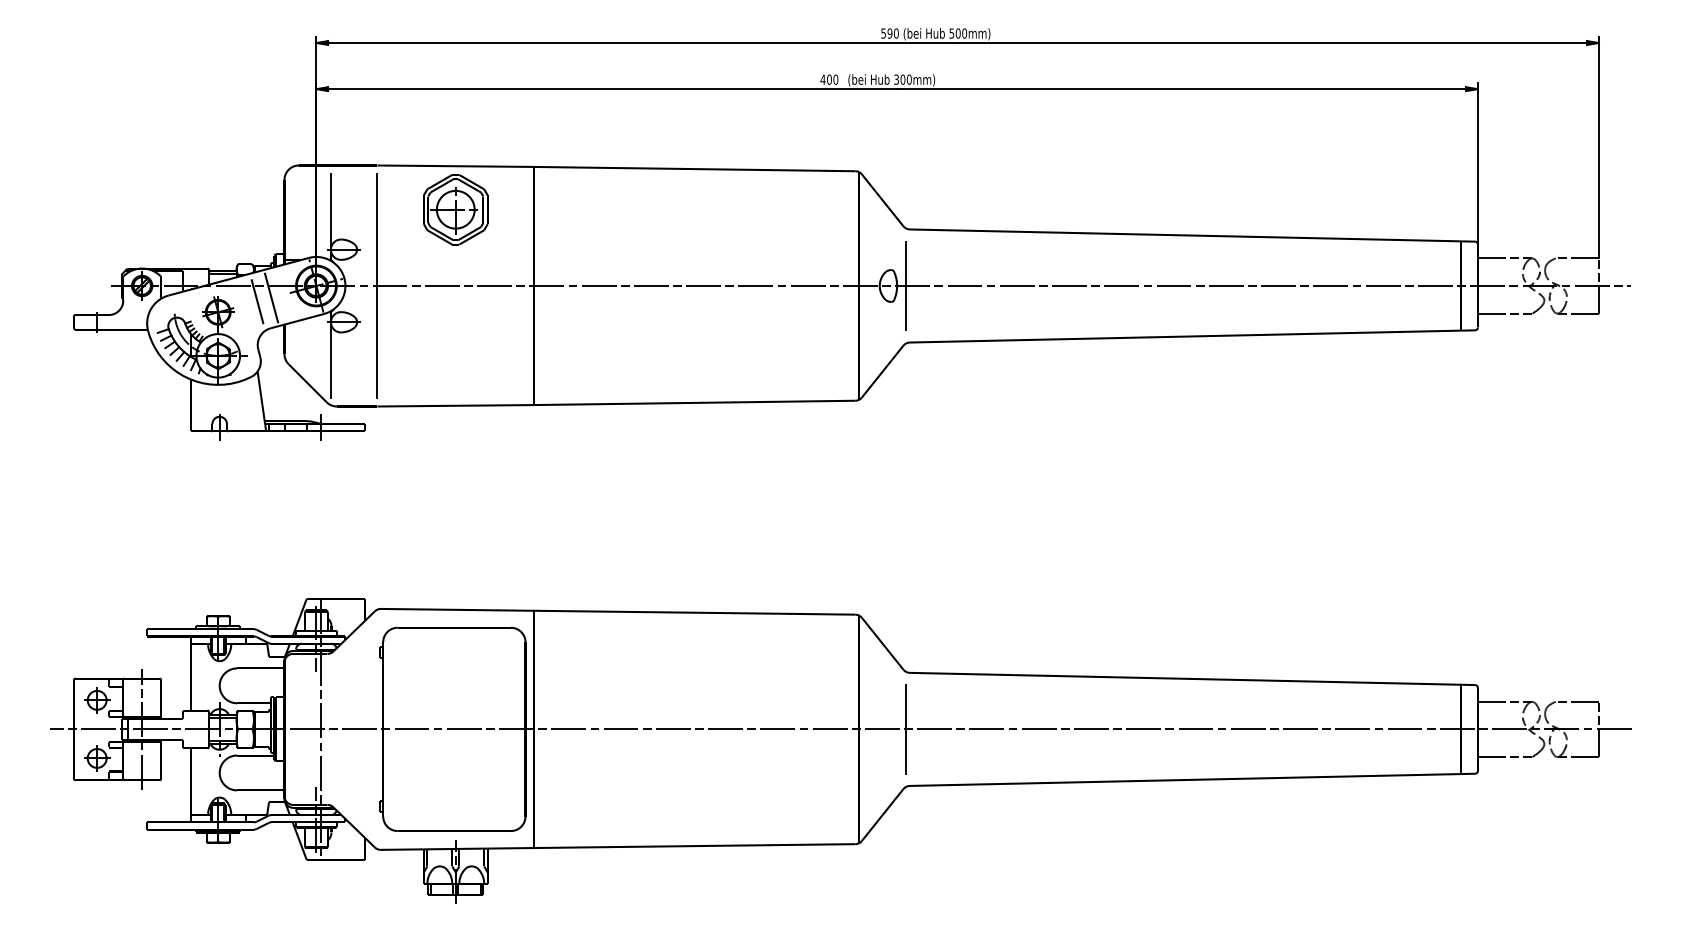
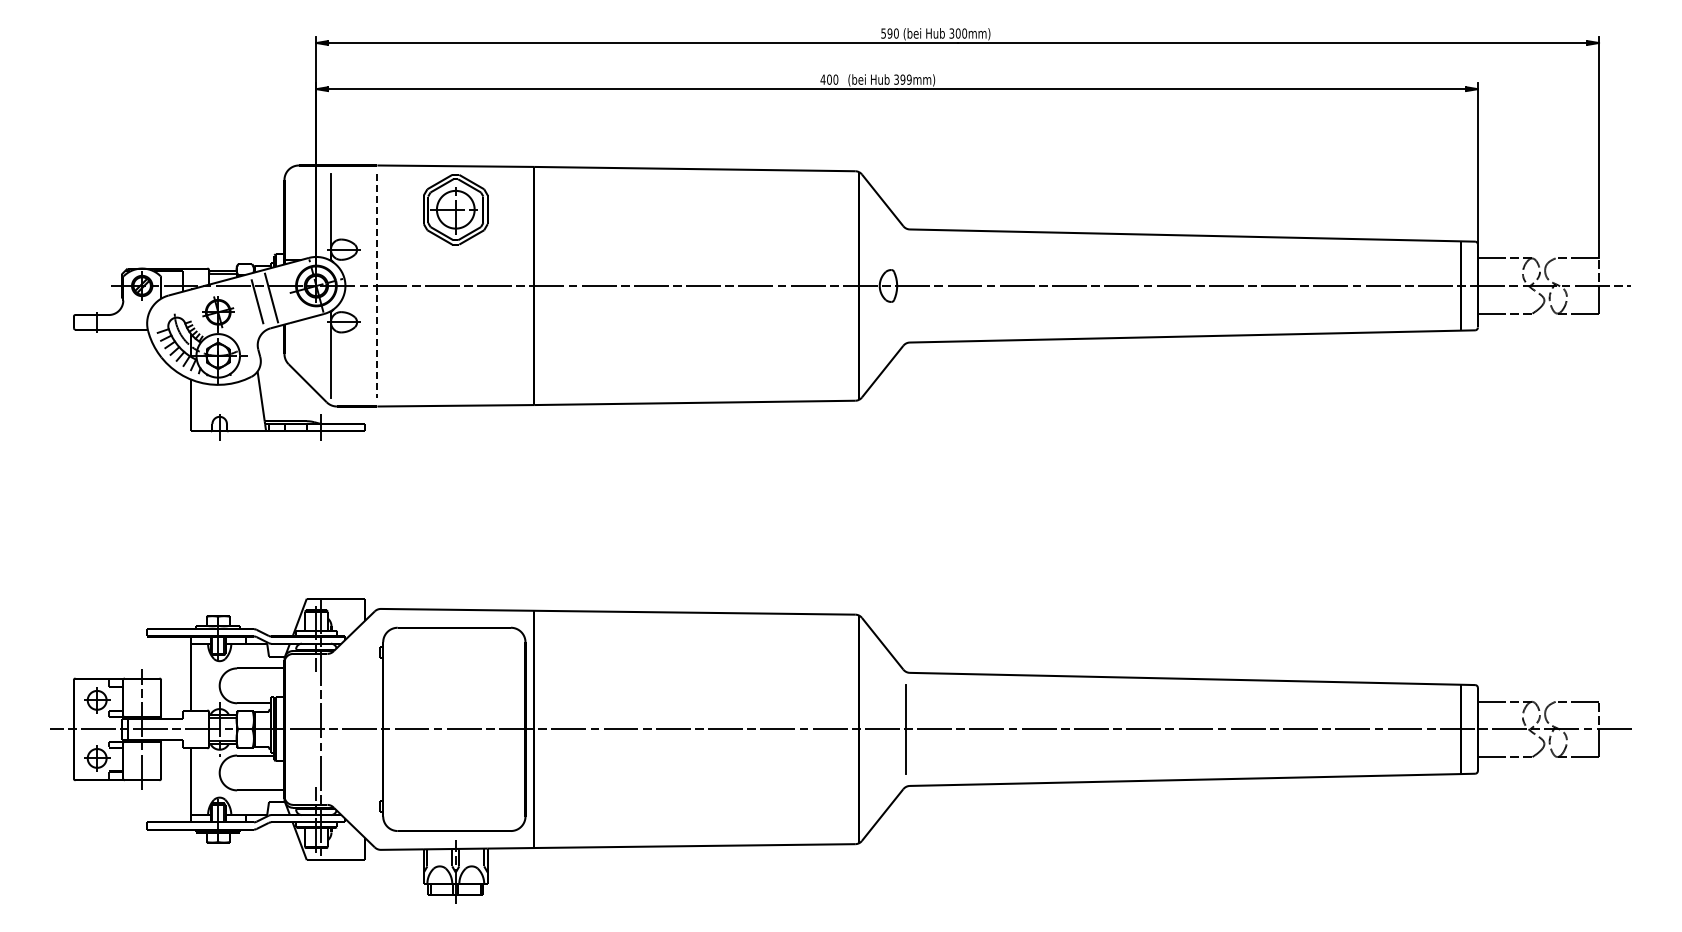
text at (951, 32): 500mm) -> 300mm)
text at (905, 79): 300mm) -> 399mm)
line at (905, 285): present -> none
line at (377, 286): solid -> dashed
